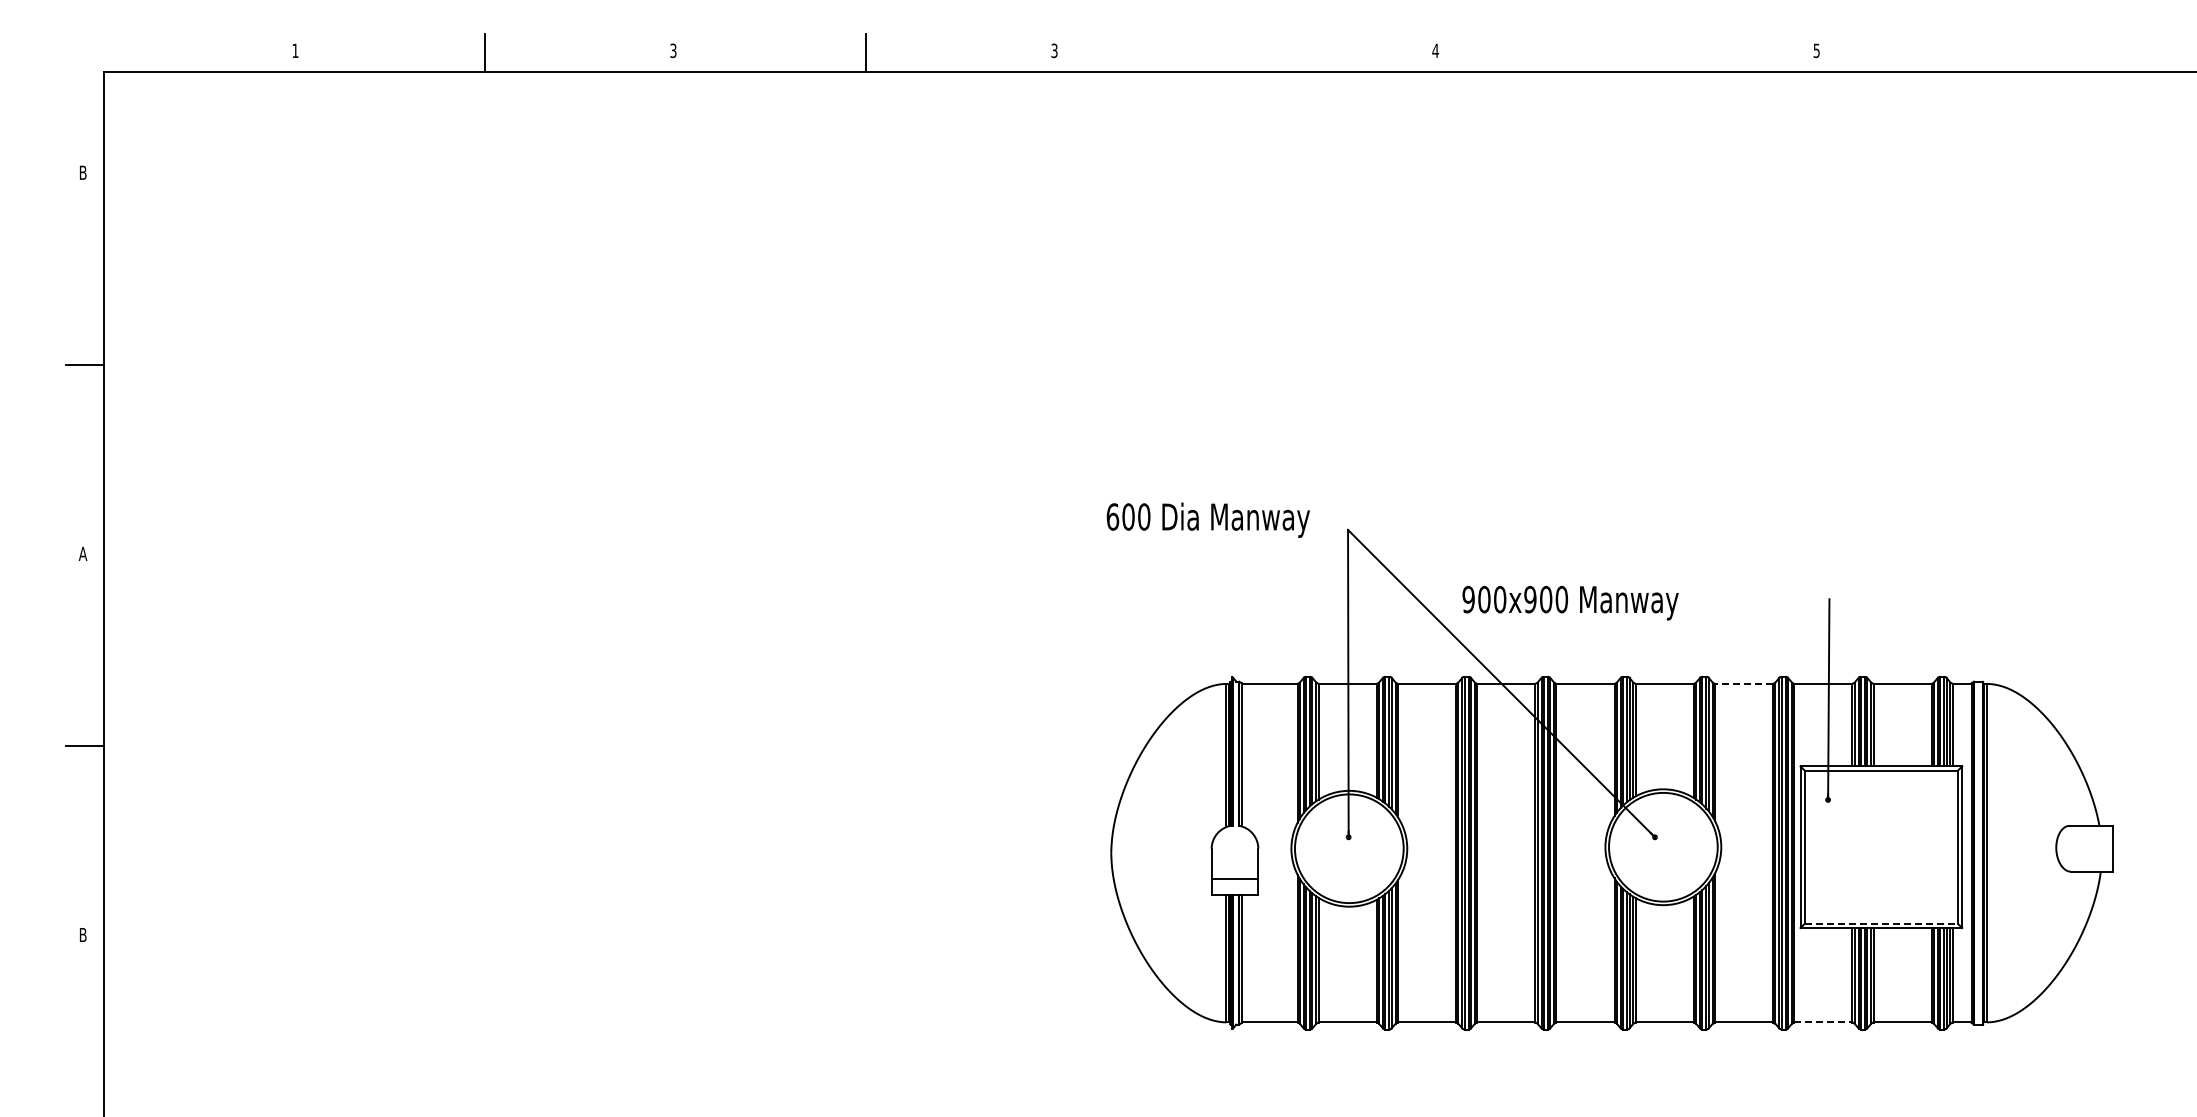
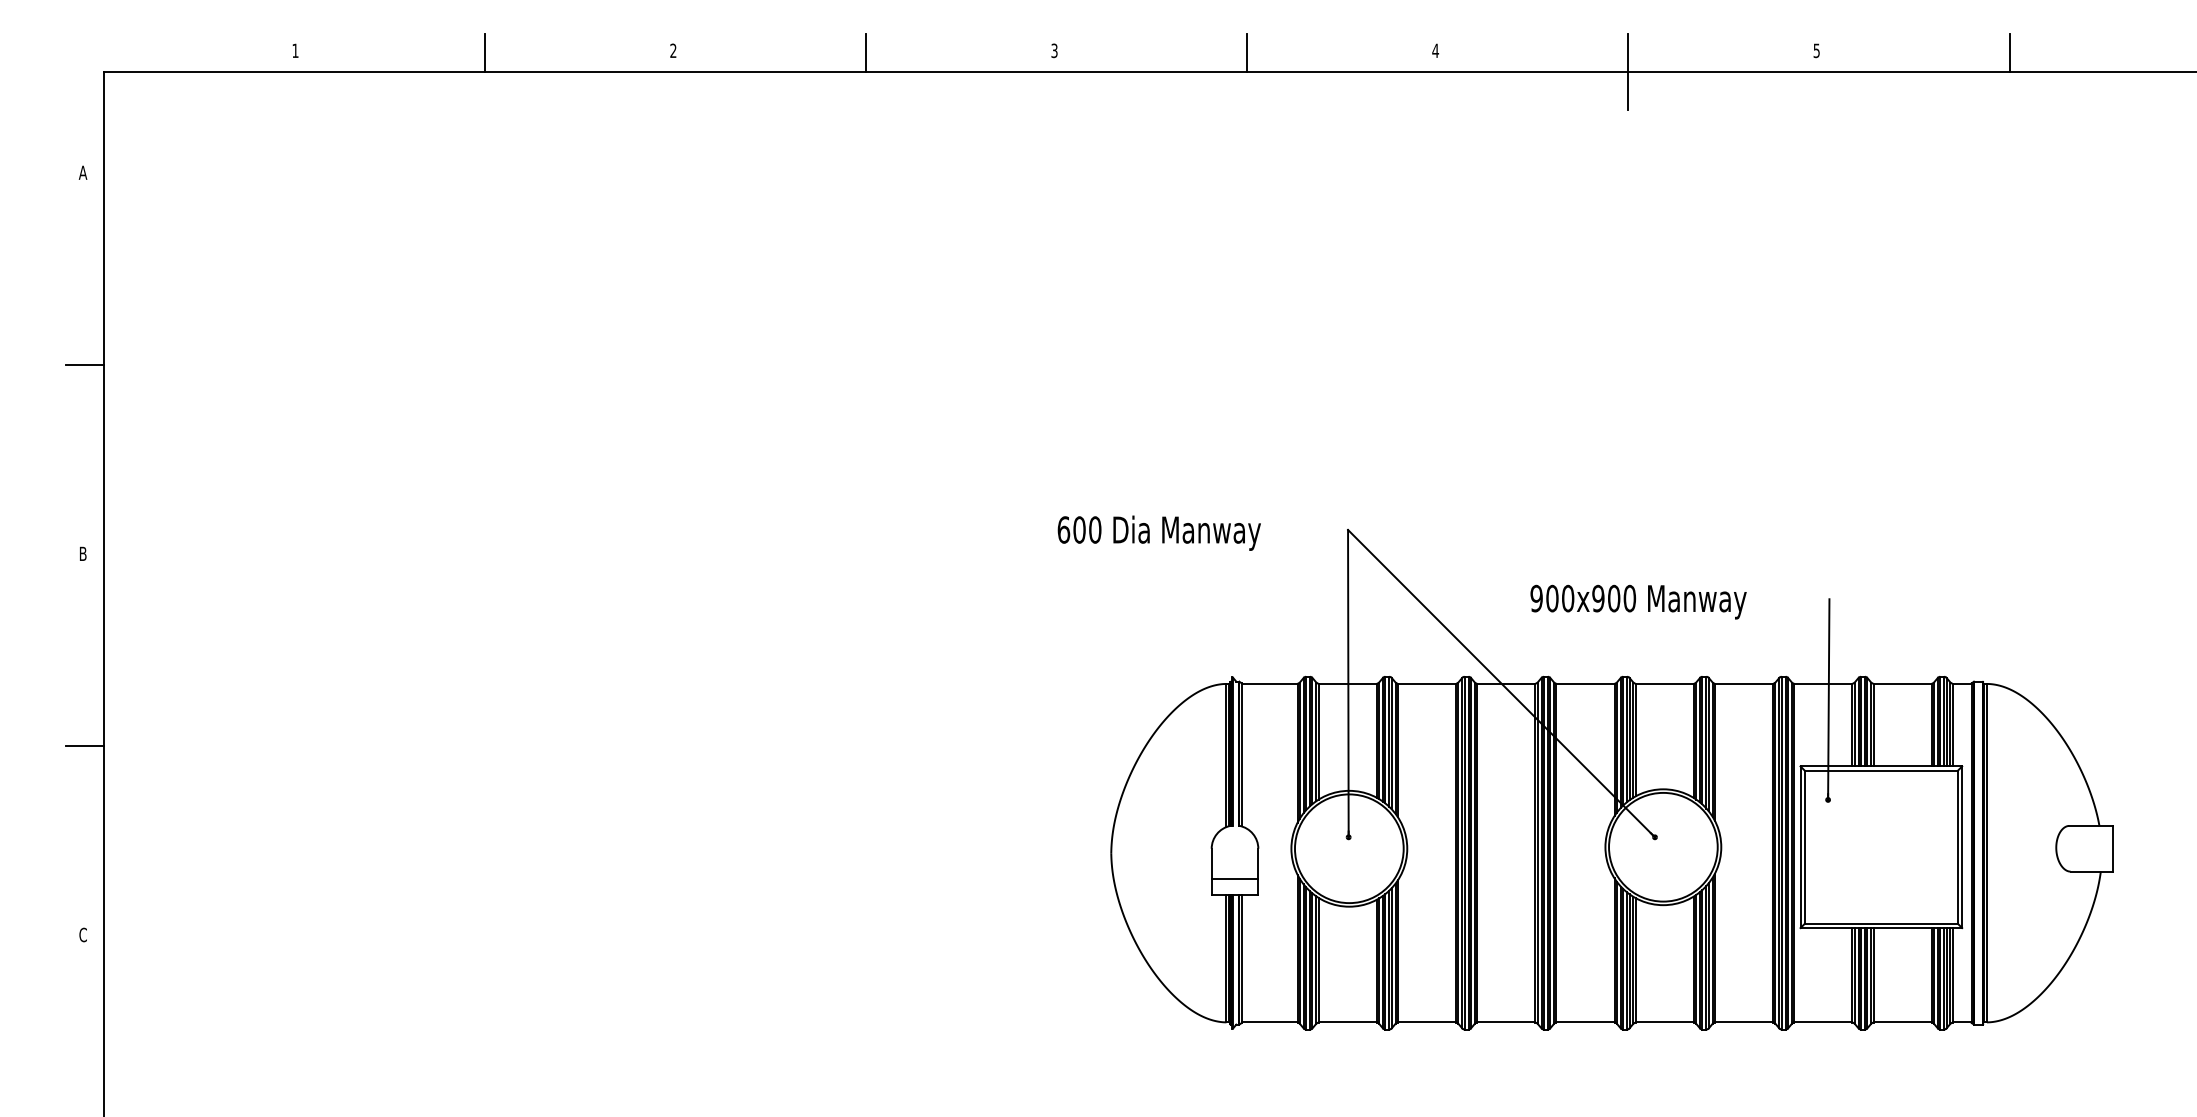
text at (673, 51): 3 -> 2
line at (1247, 52): none -> present
line at (2009, 52): none -> present
line at (1628, 71): none -> present
text at (82, 172): B -> A
text at (1207, 519) position: (1207, 519) -> (1158, 532)
text at (82, 553): A -> B
text at (1570, 602) position: (1570, 602) -> (1638, 601)
line at (1743, 683): dashed -> solid
line at (1881, 923): dashed -> solid
text at (82, 934): B -> C
line at (1823, 1022): dashed -> solid
